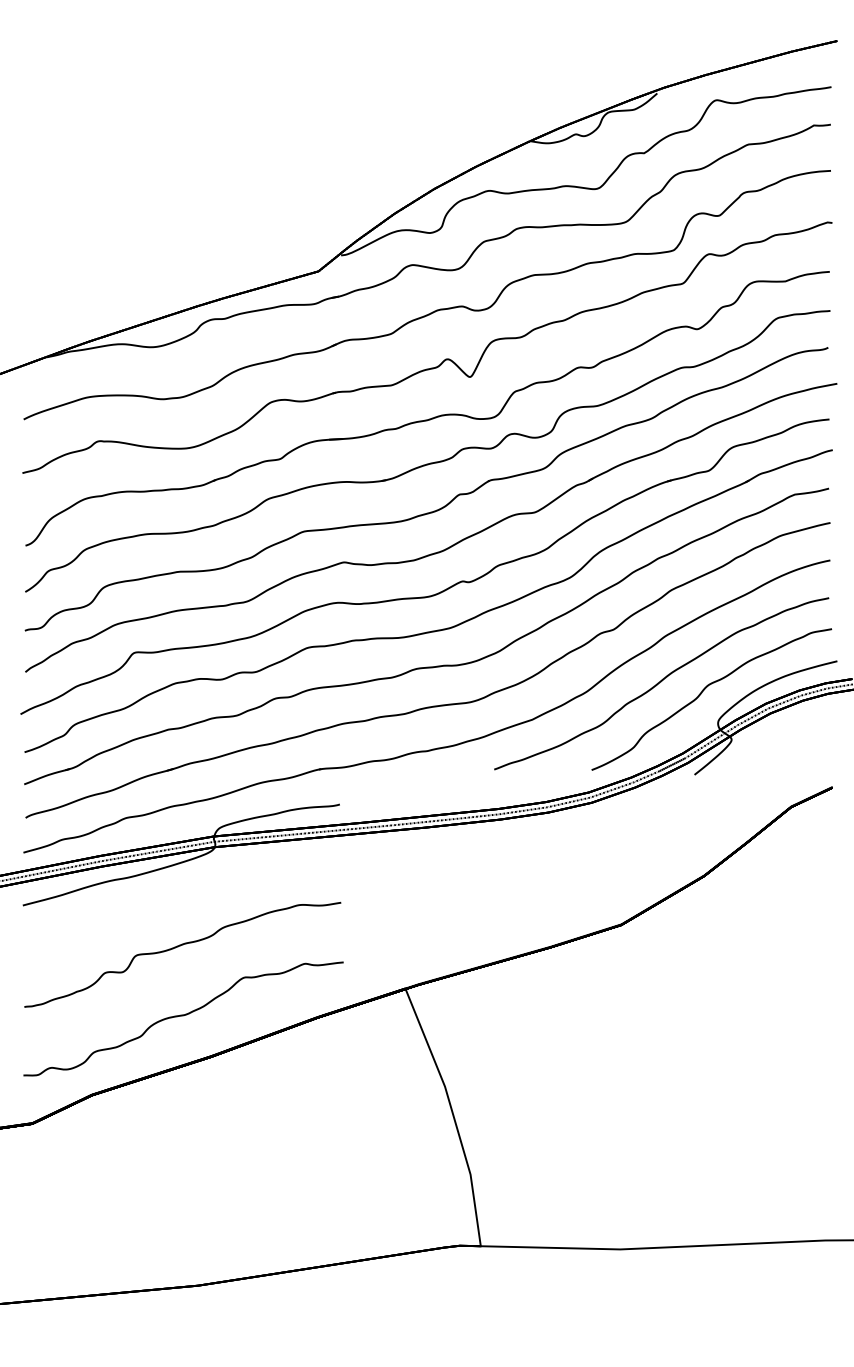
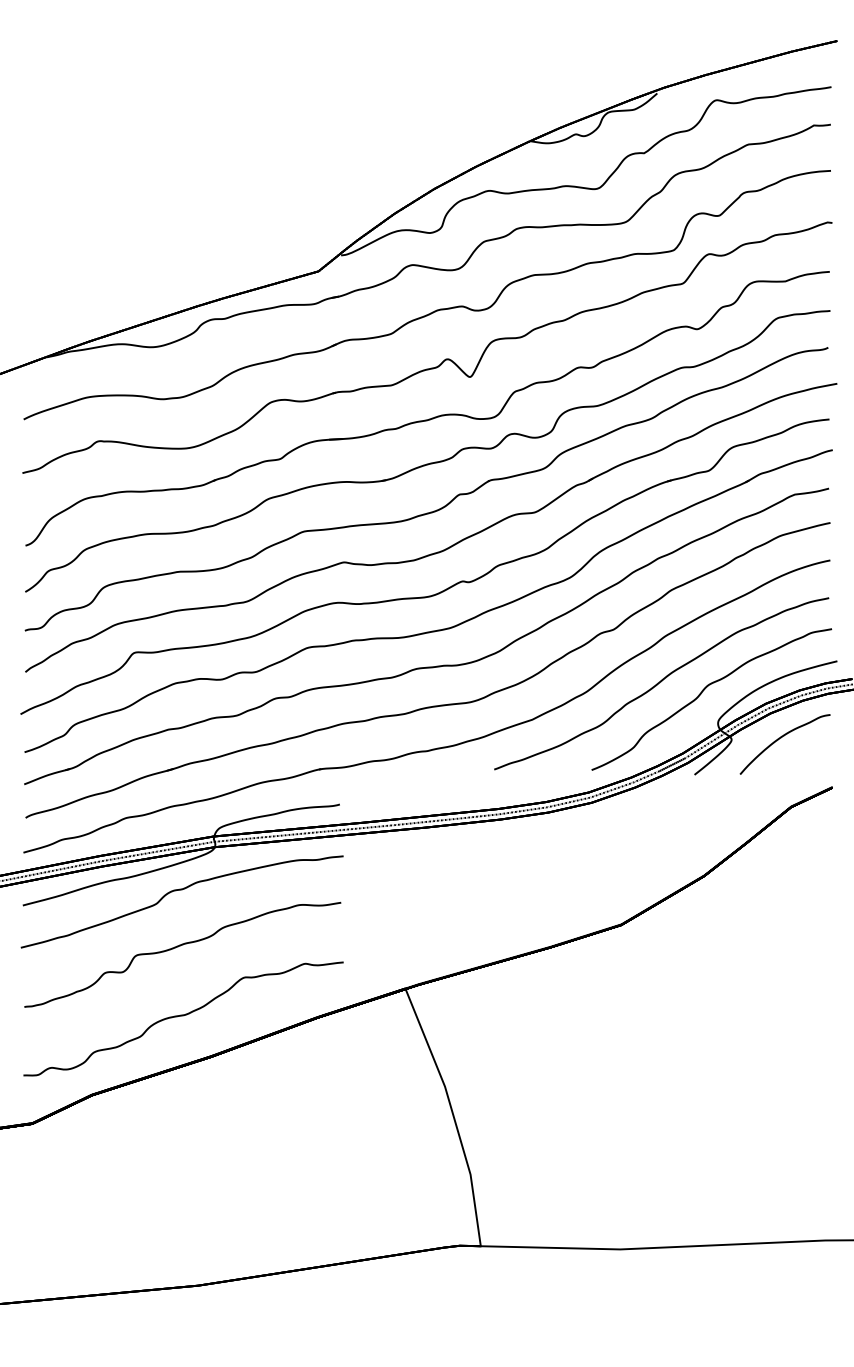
part at (781, 738): none -> present
curve at (181, 890): none -> present
